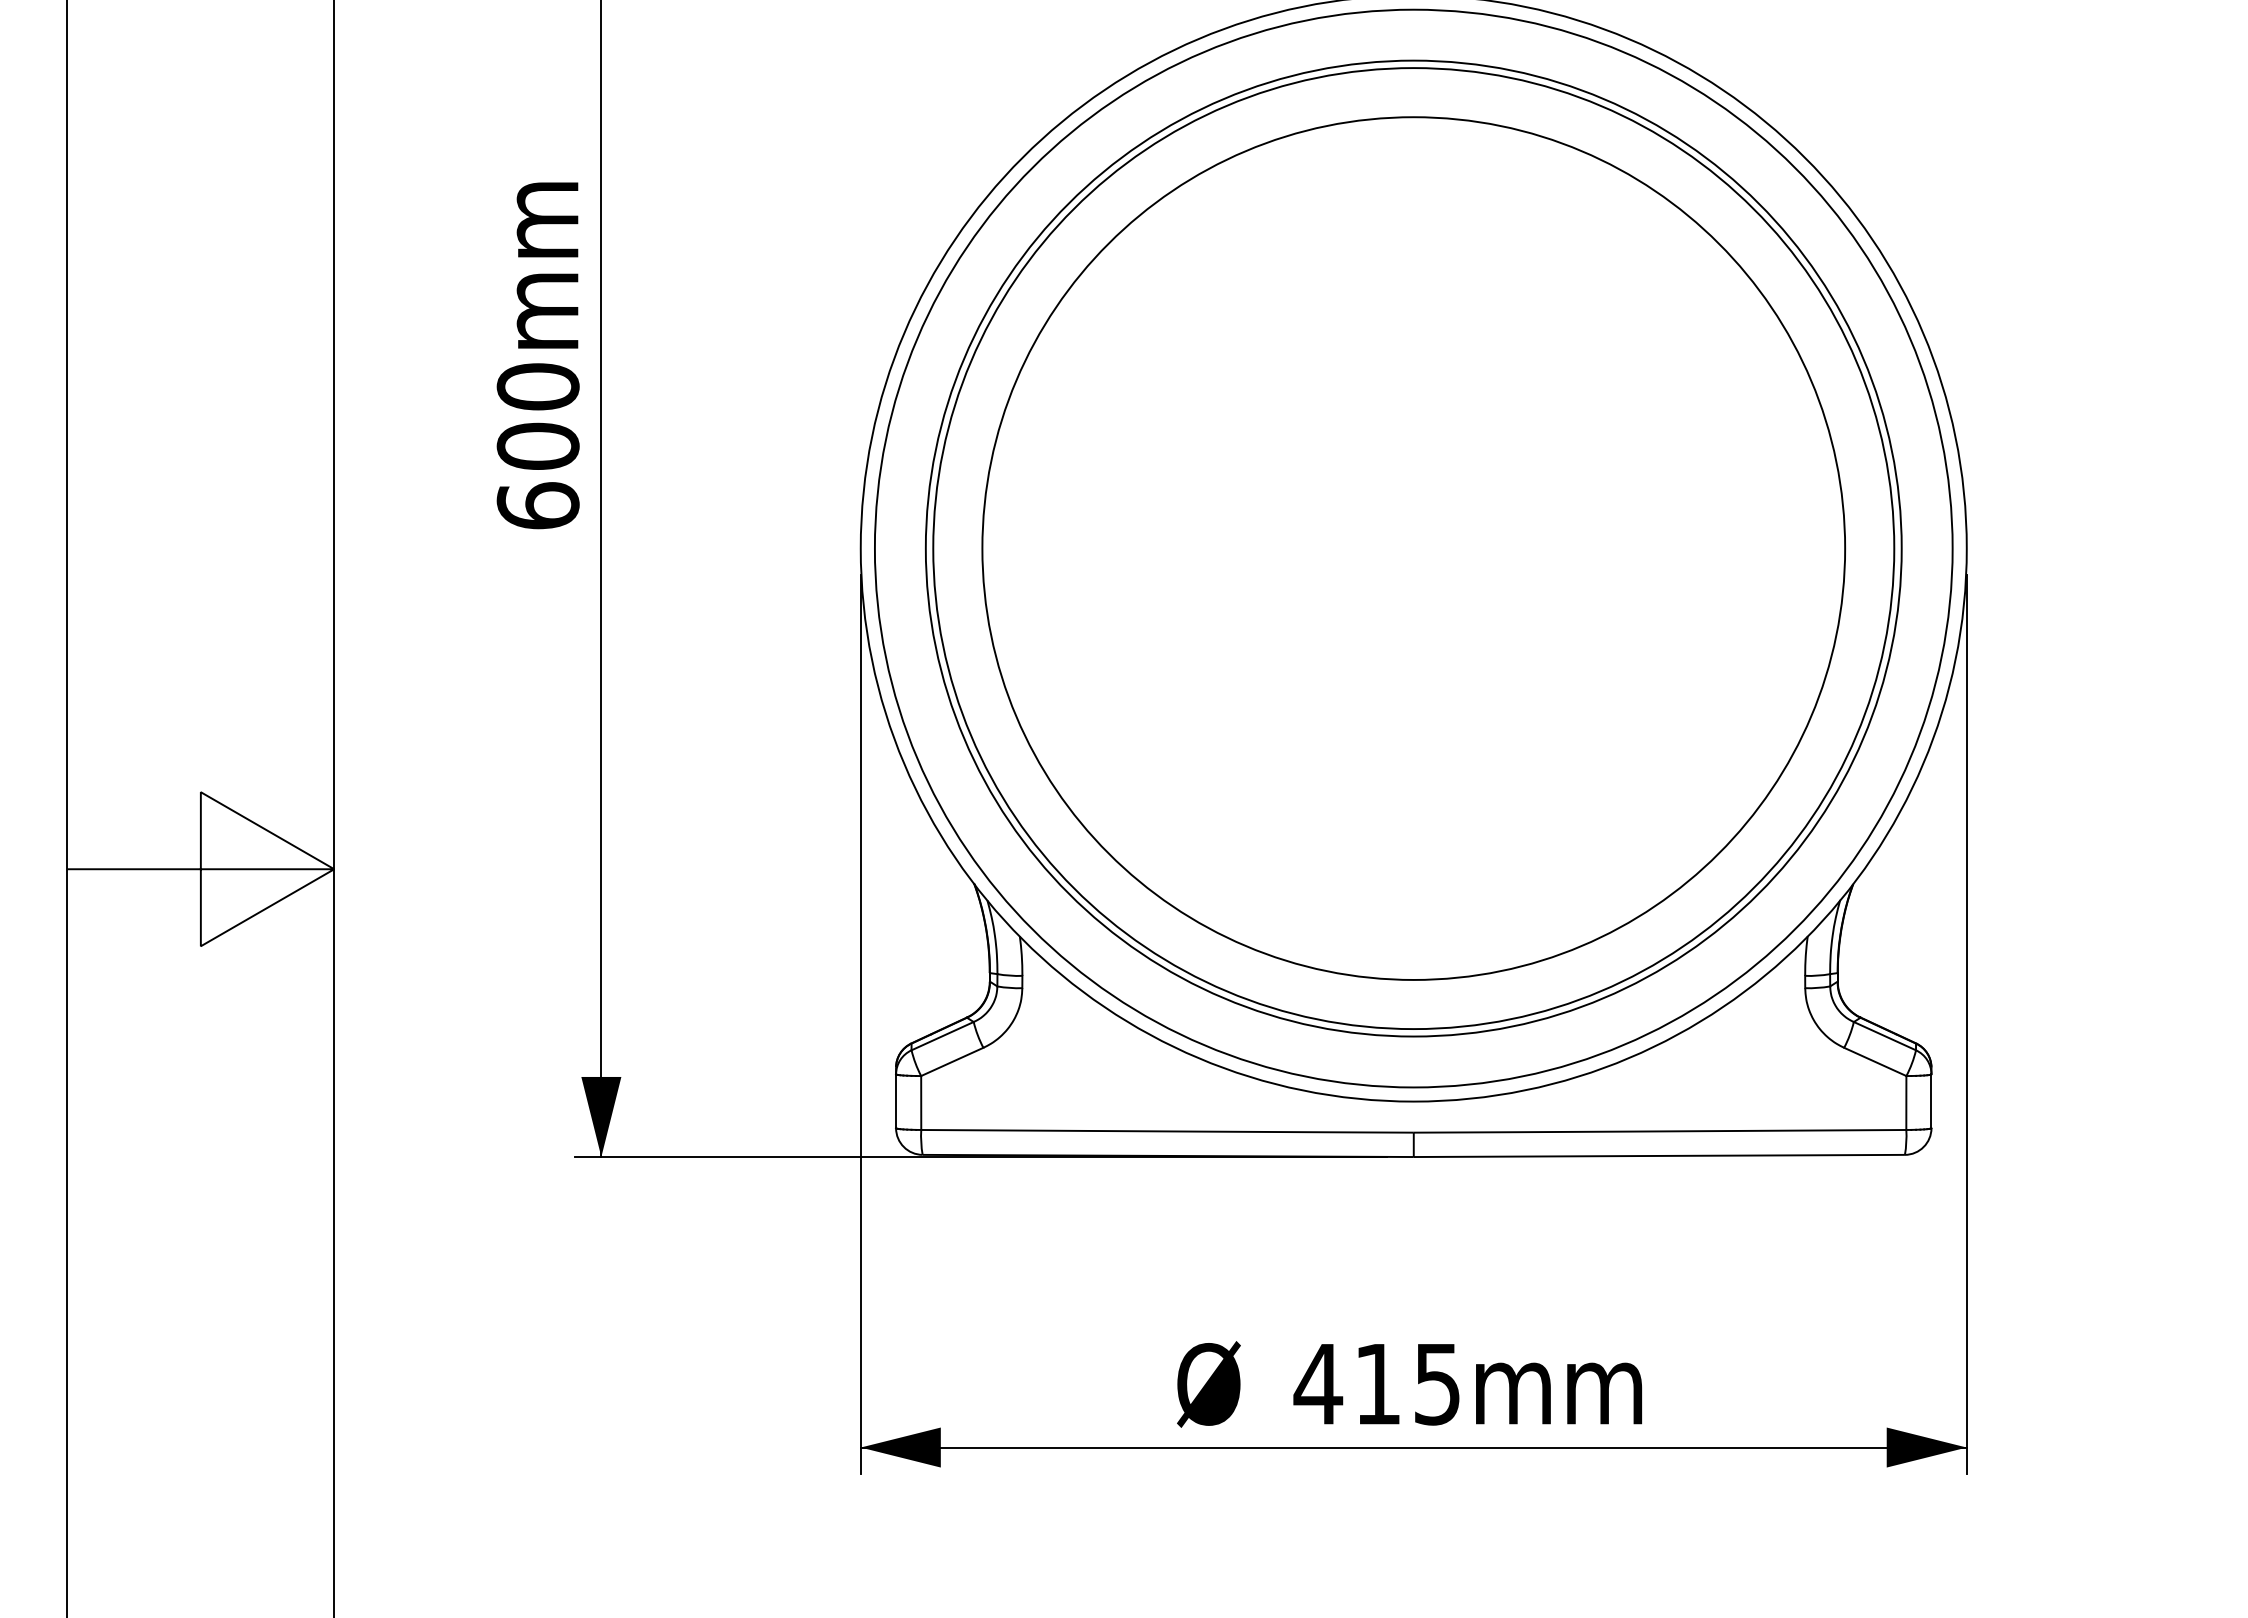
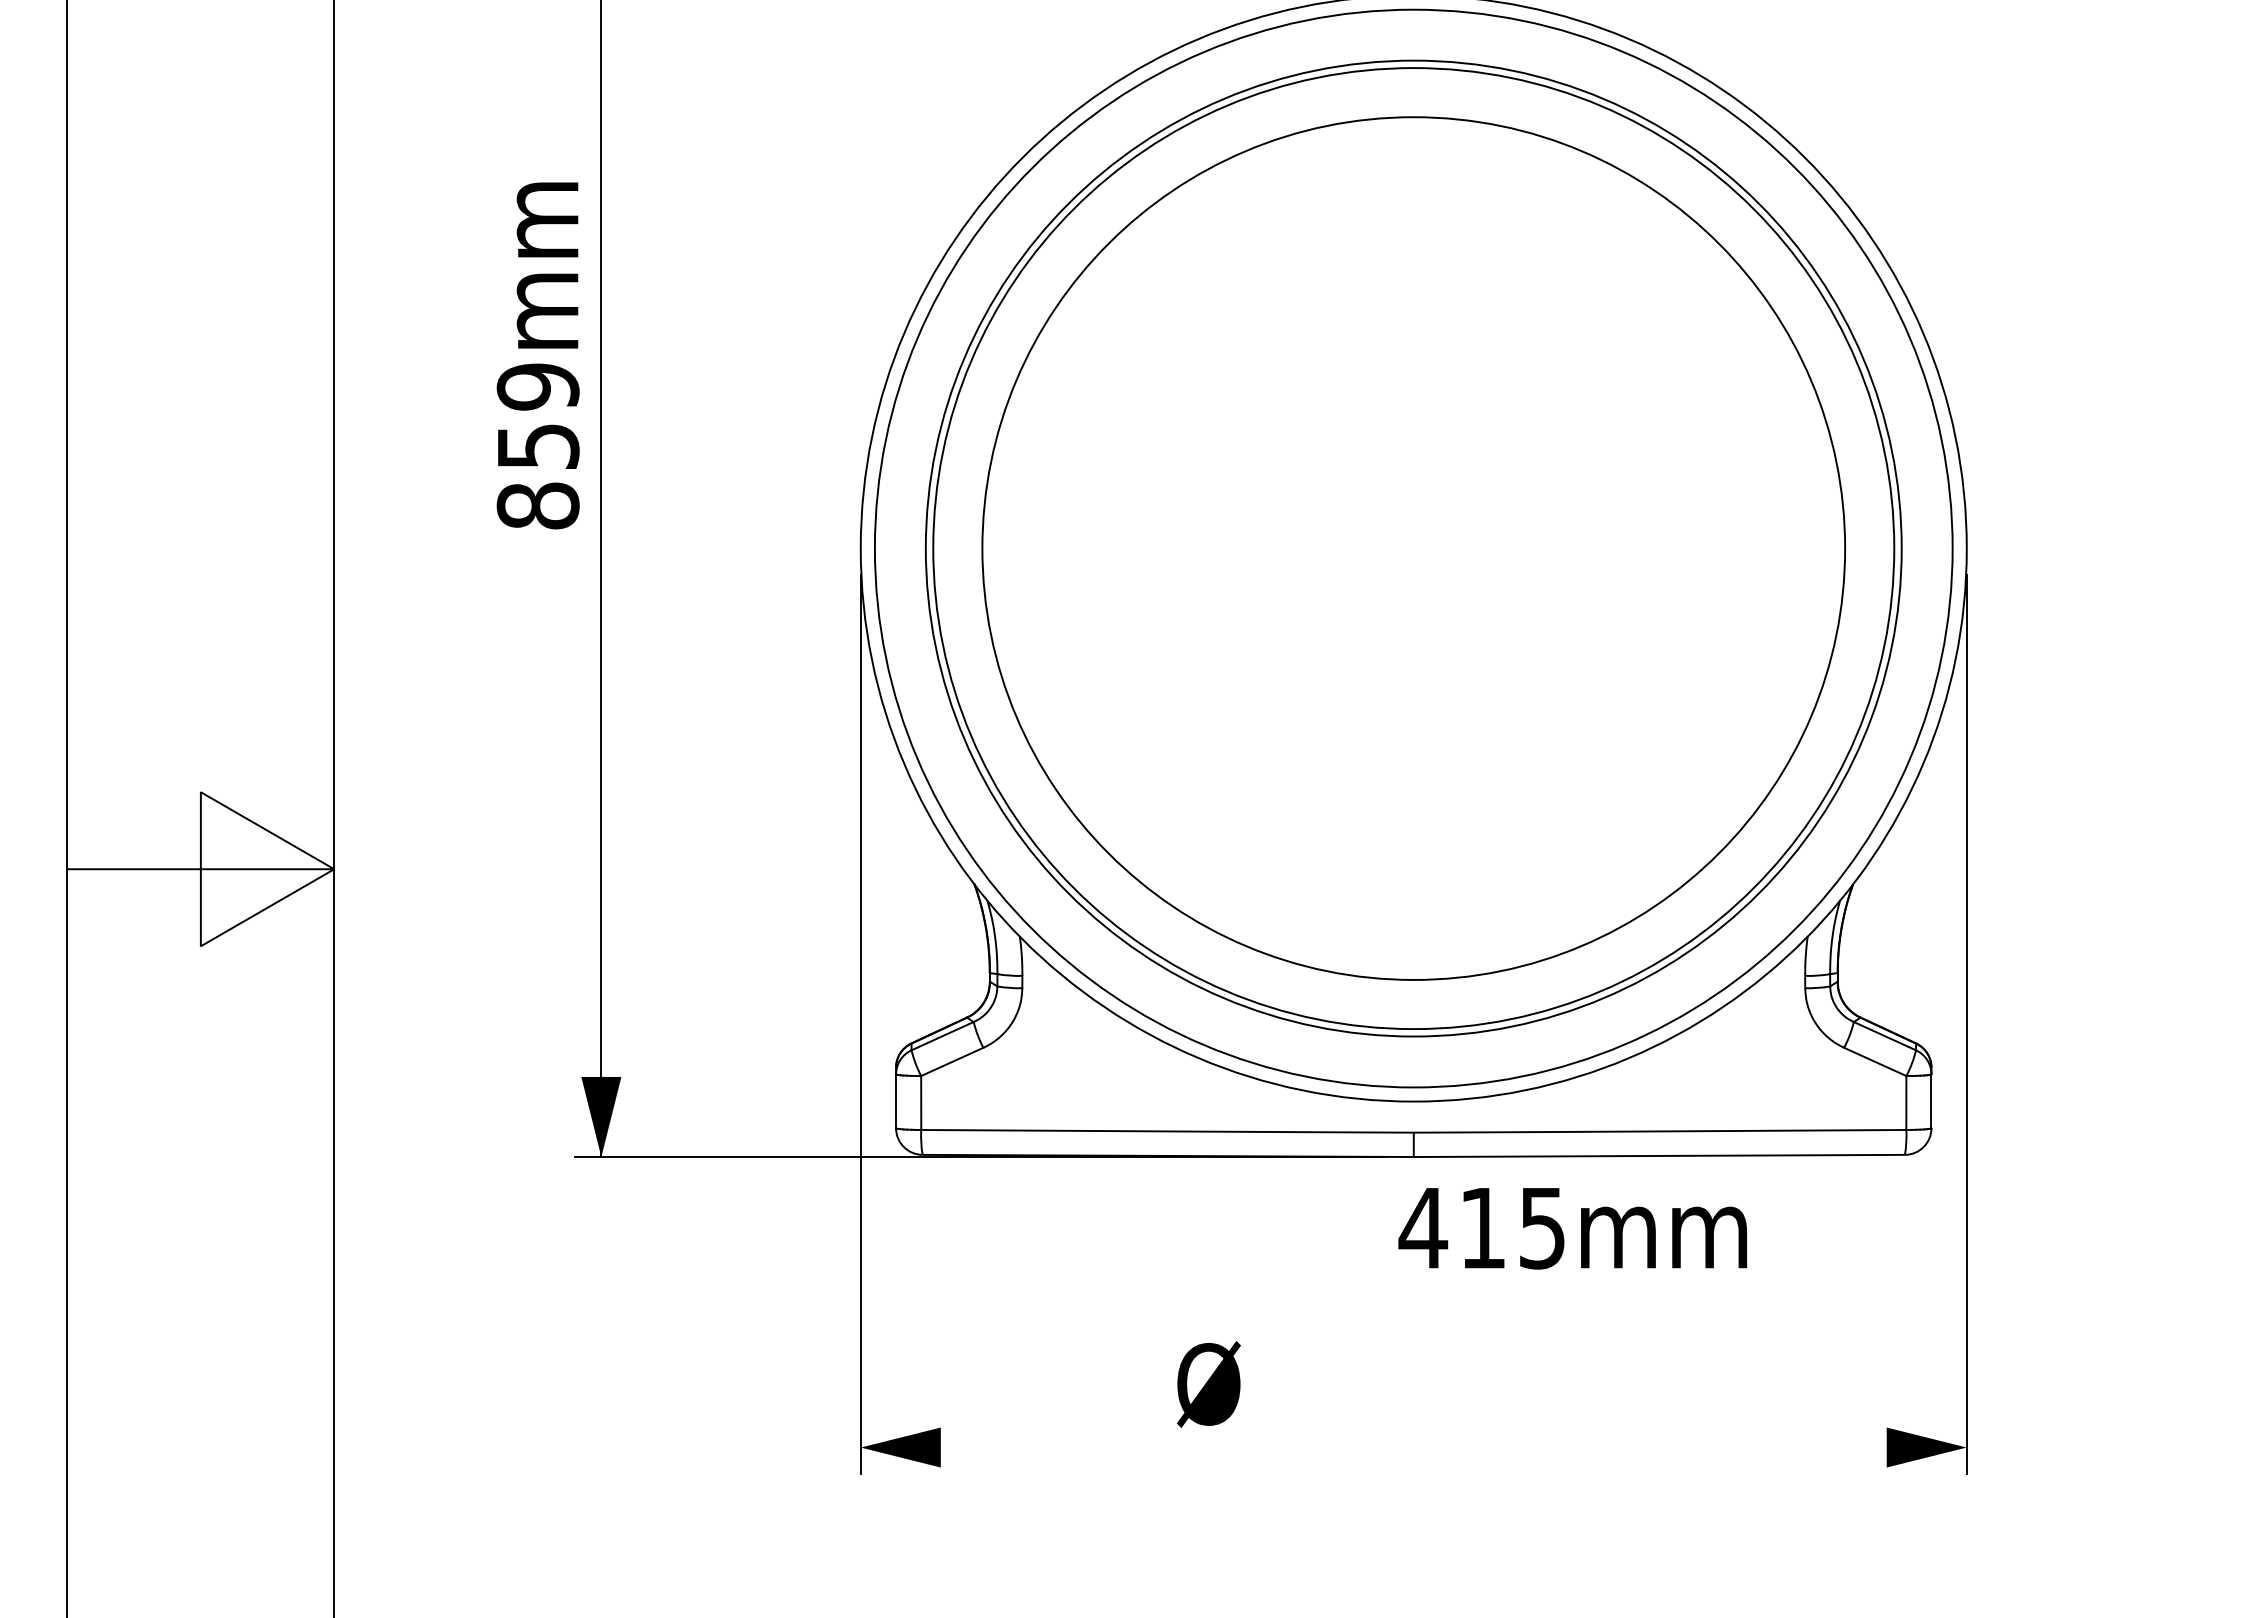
text at (537, 446): 600mm -> 859mm
text at (1467, 1384) position: (1467, 1384) -> (1572, 1228)
line at (1413, 1447): present -> none
